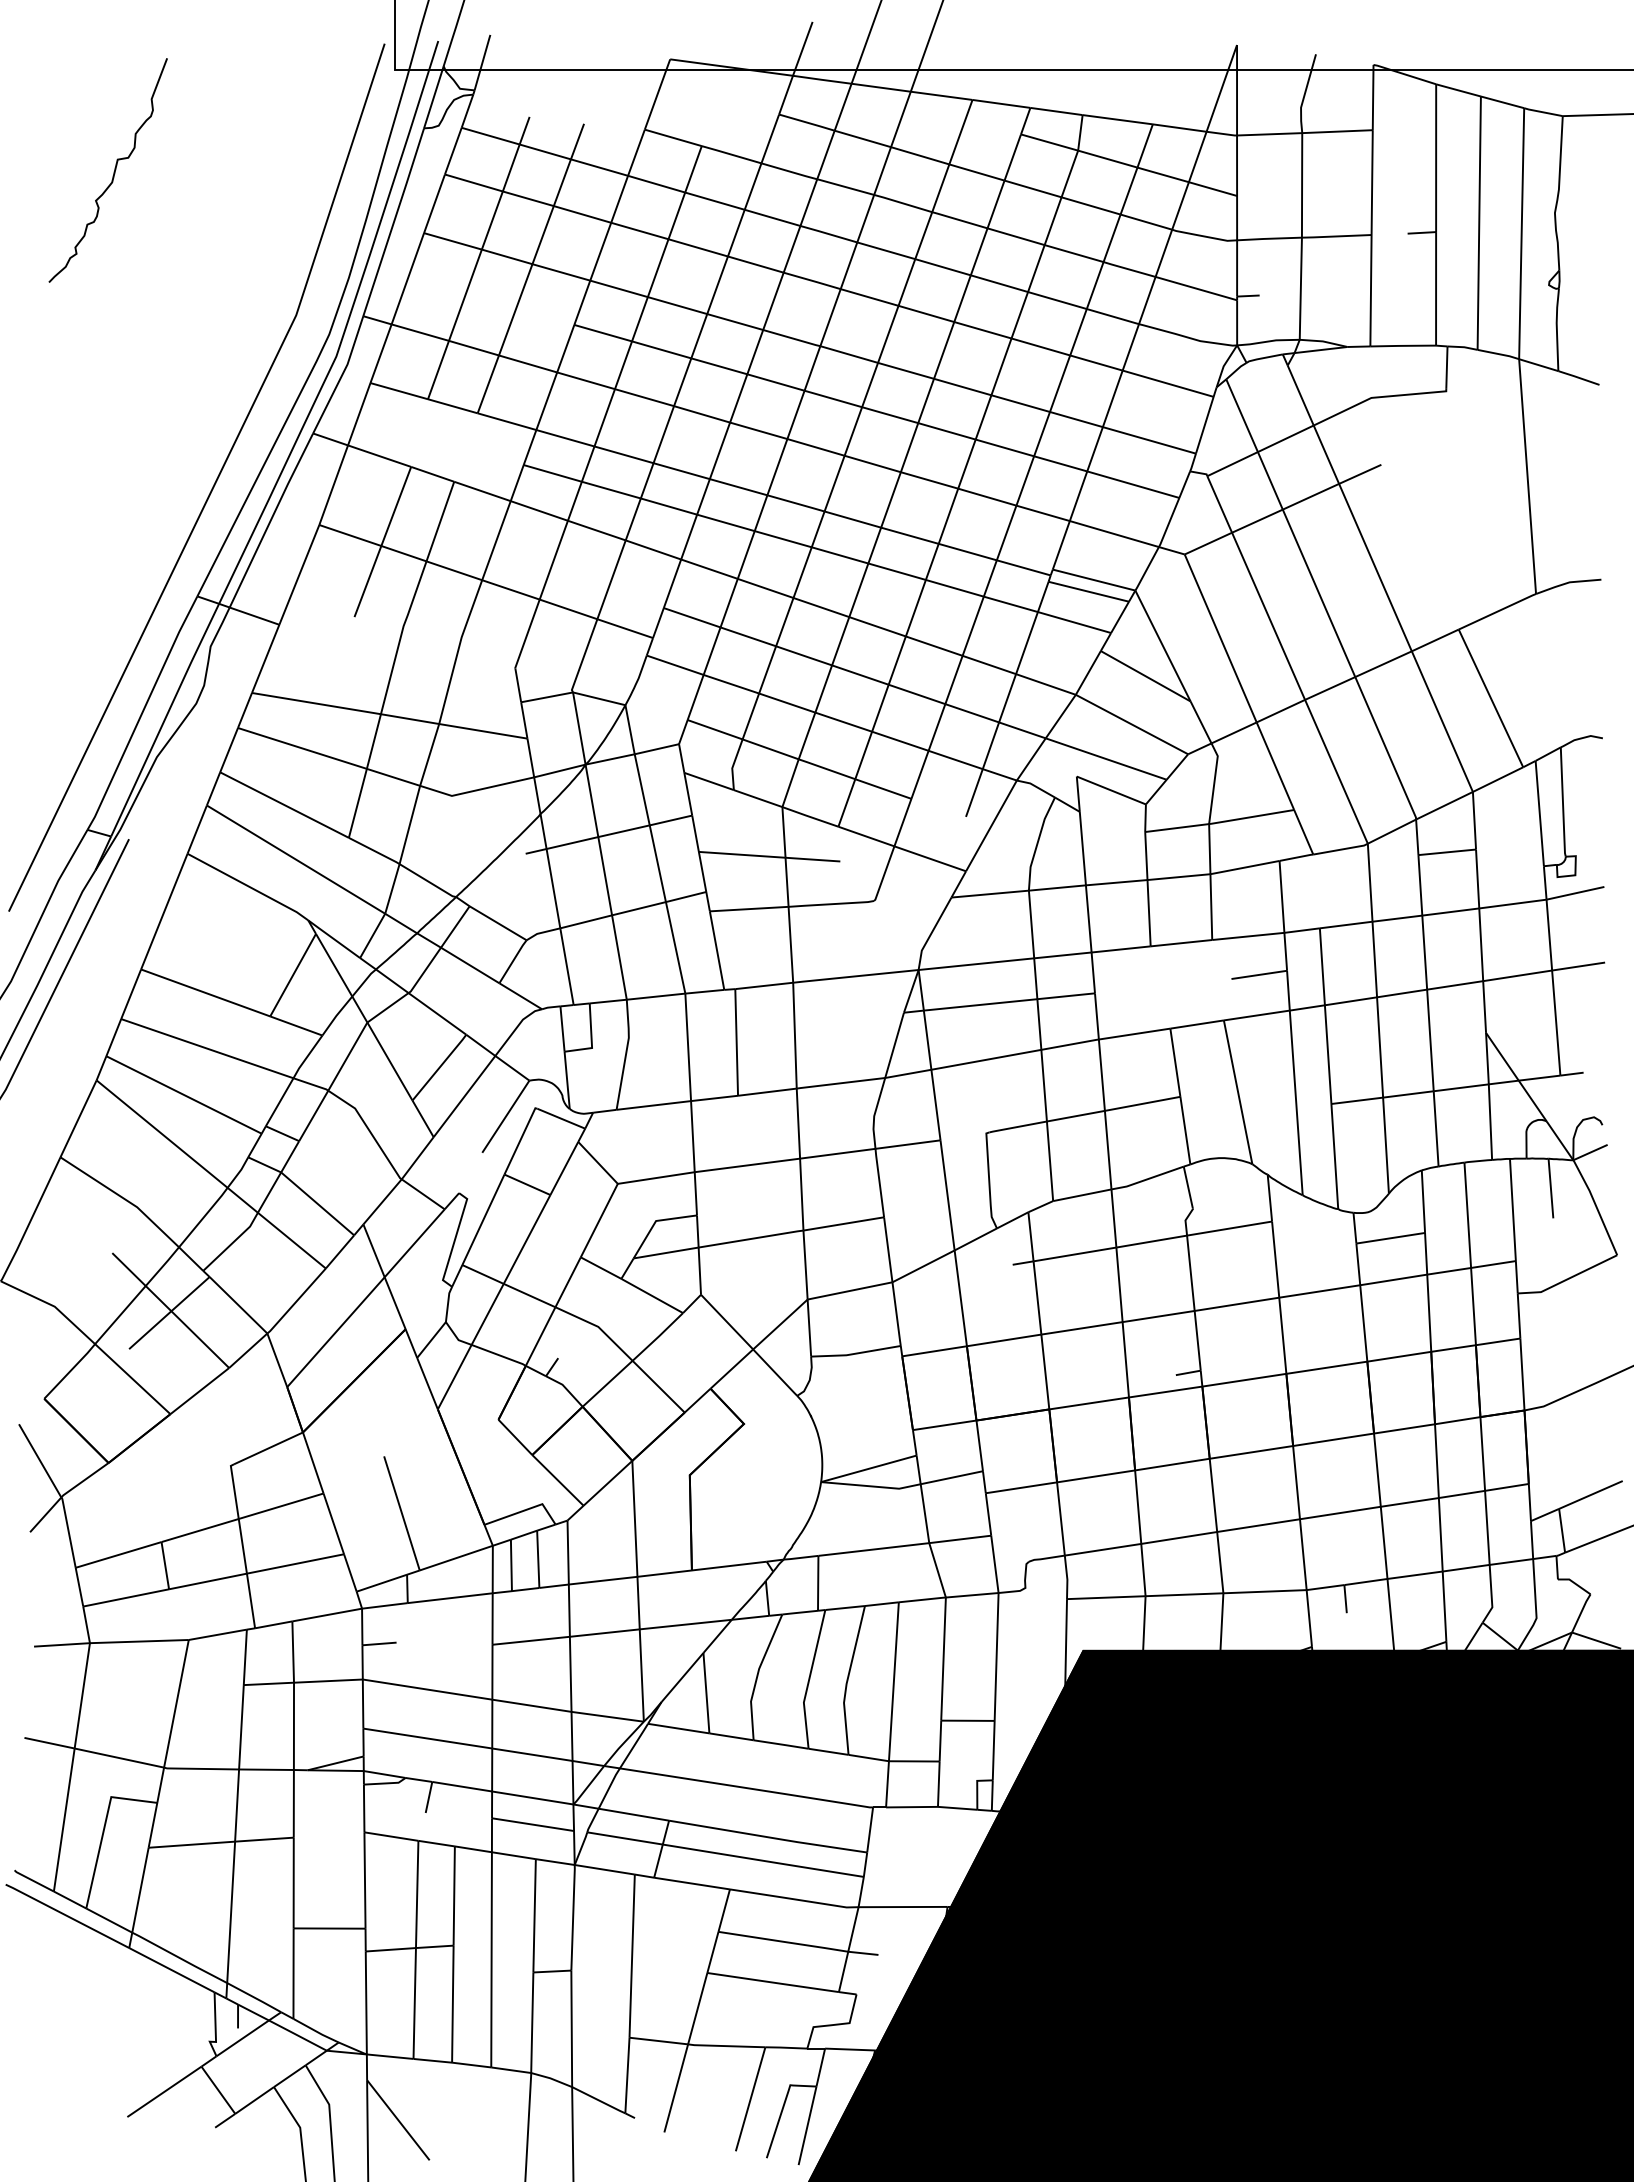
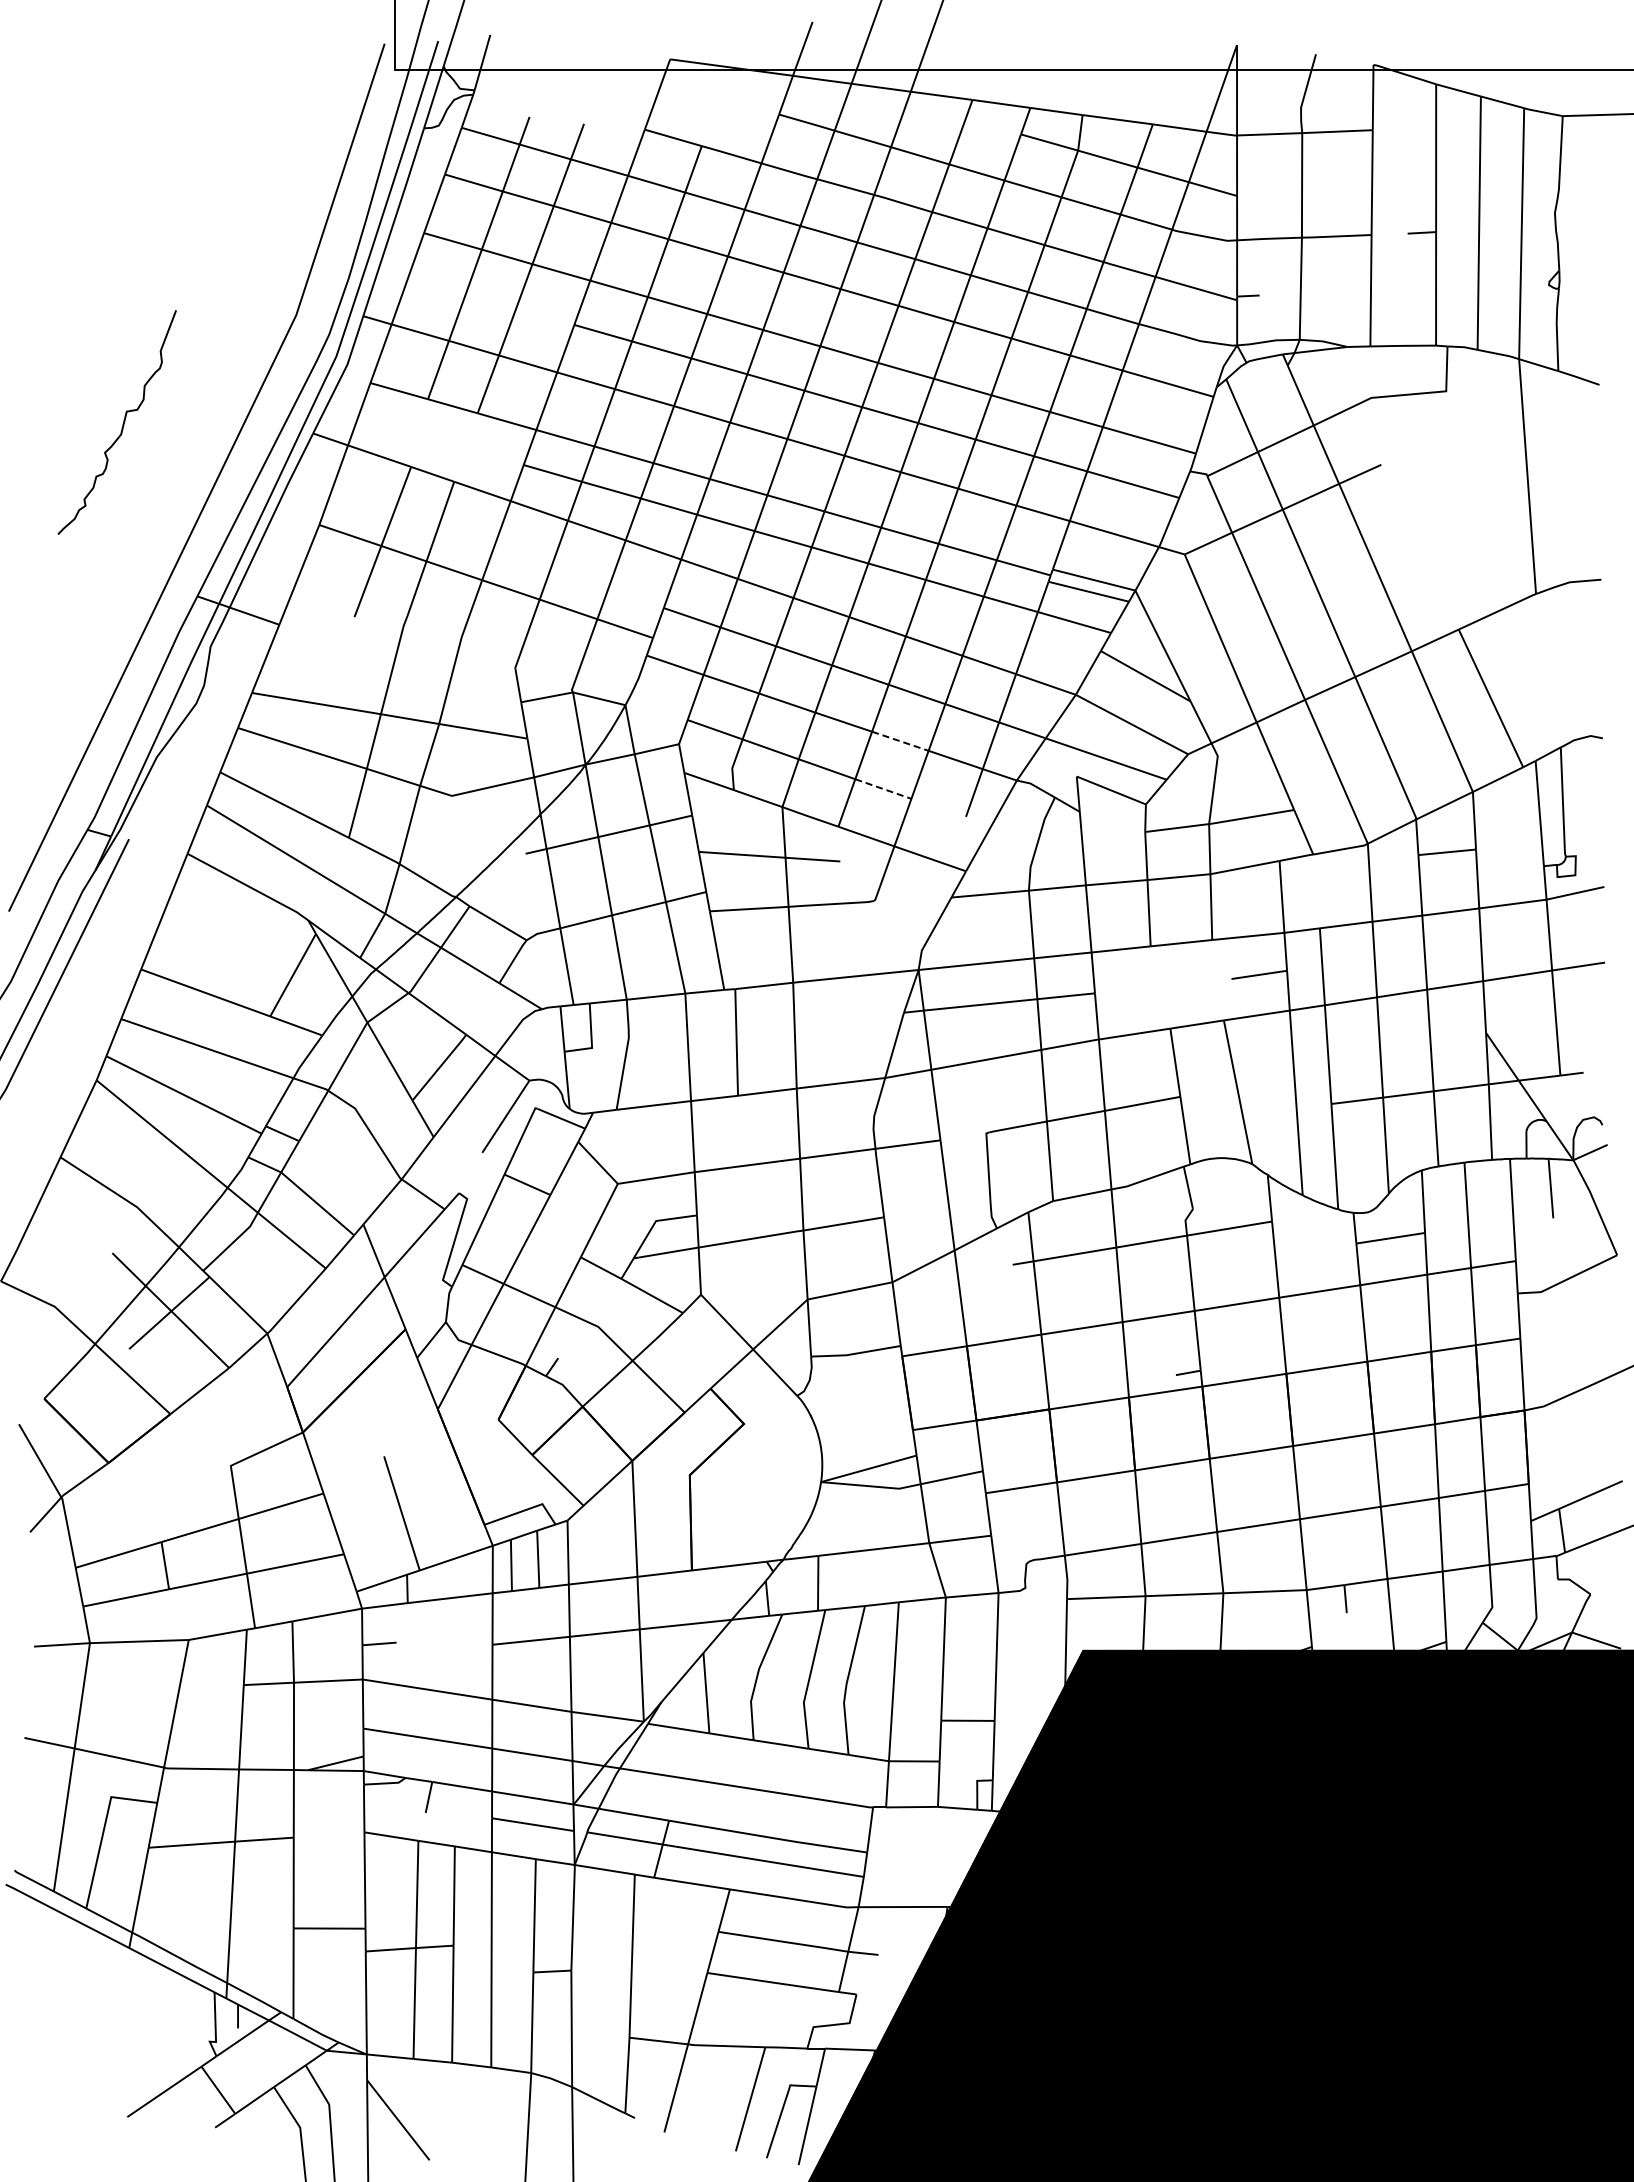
curve at (113, 171) position: (113, 171) -> (122, 423)
line at (900, 741): solid -> dashed
line at (883, 789): solid -> dashed
